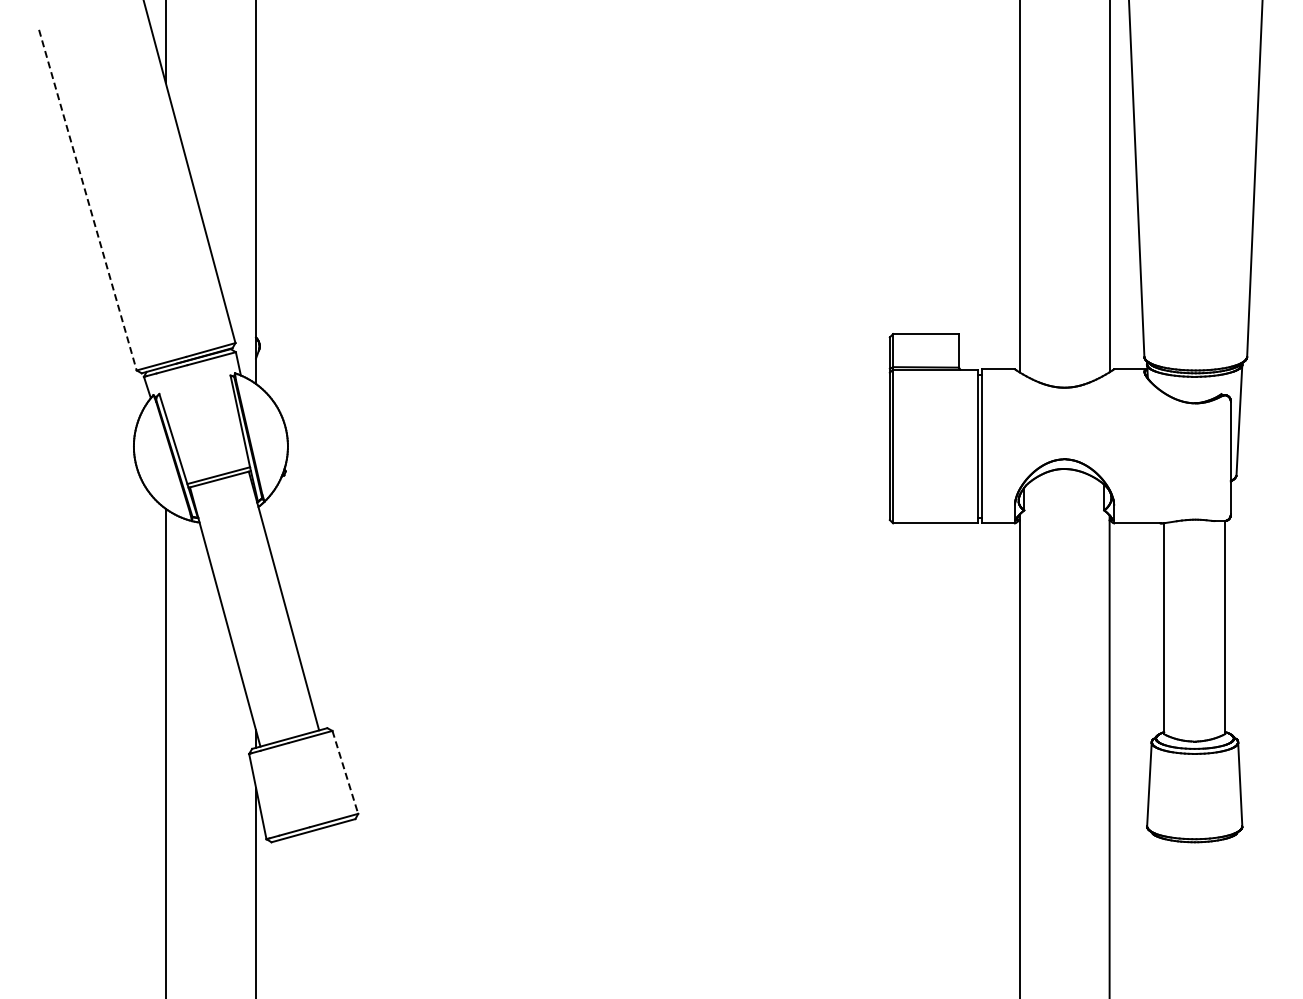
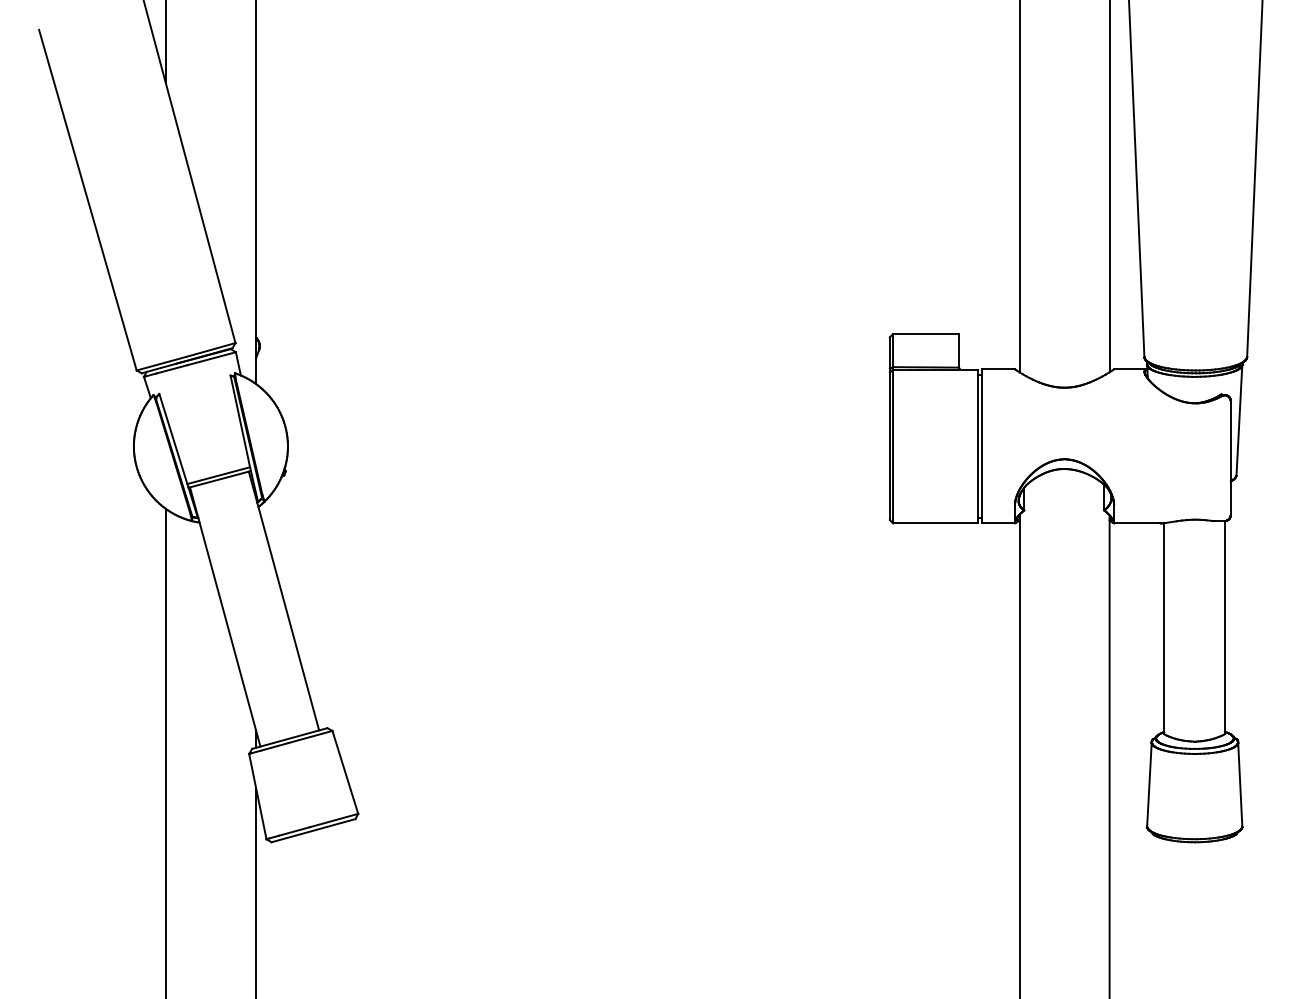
line at (88, 200): dashed -> solid
line at (345, 772): dashed -> solid
